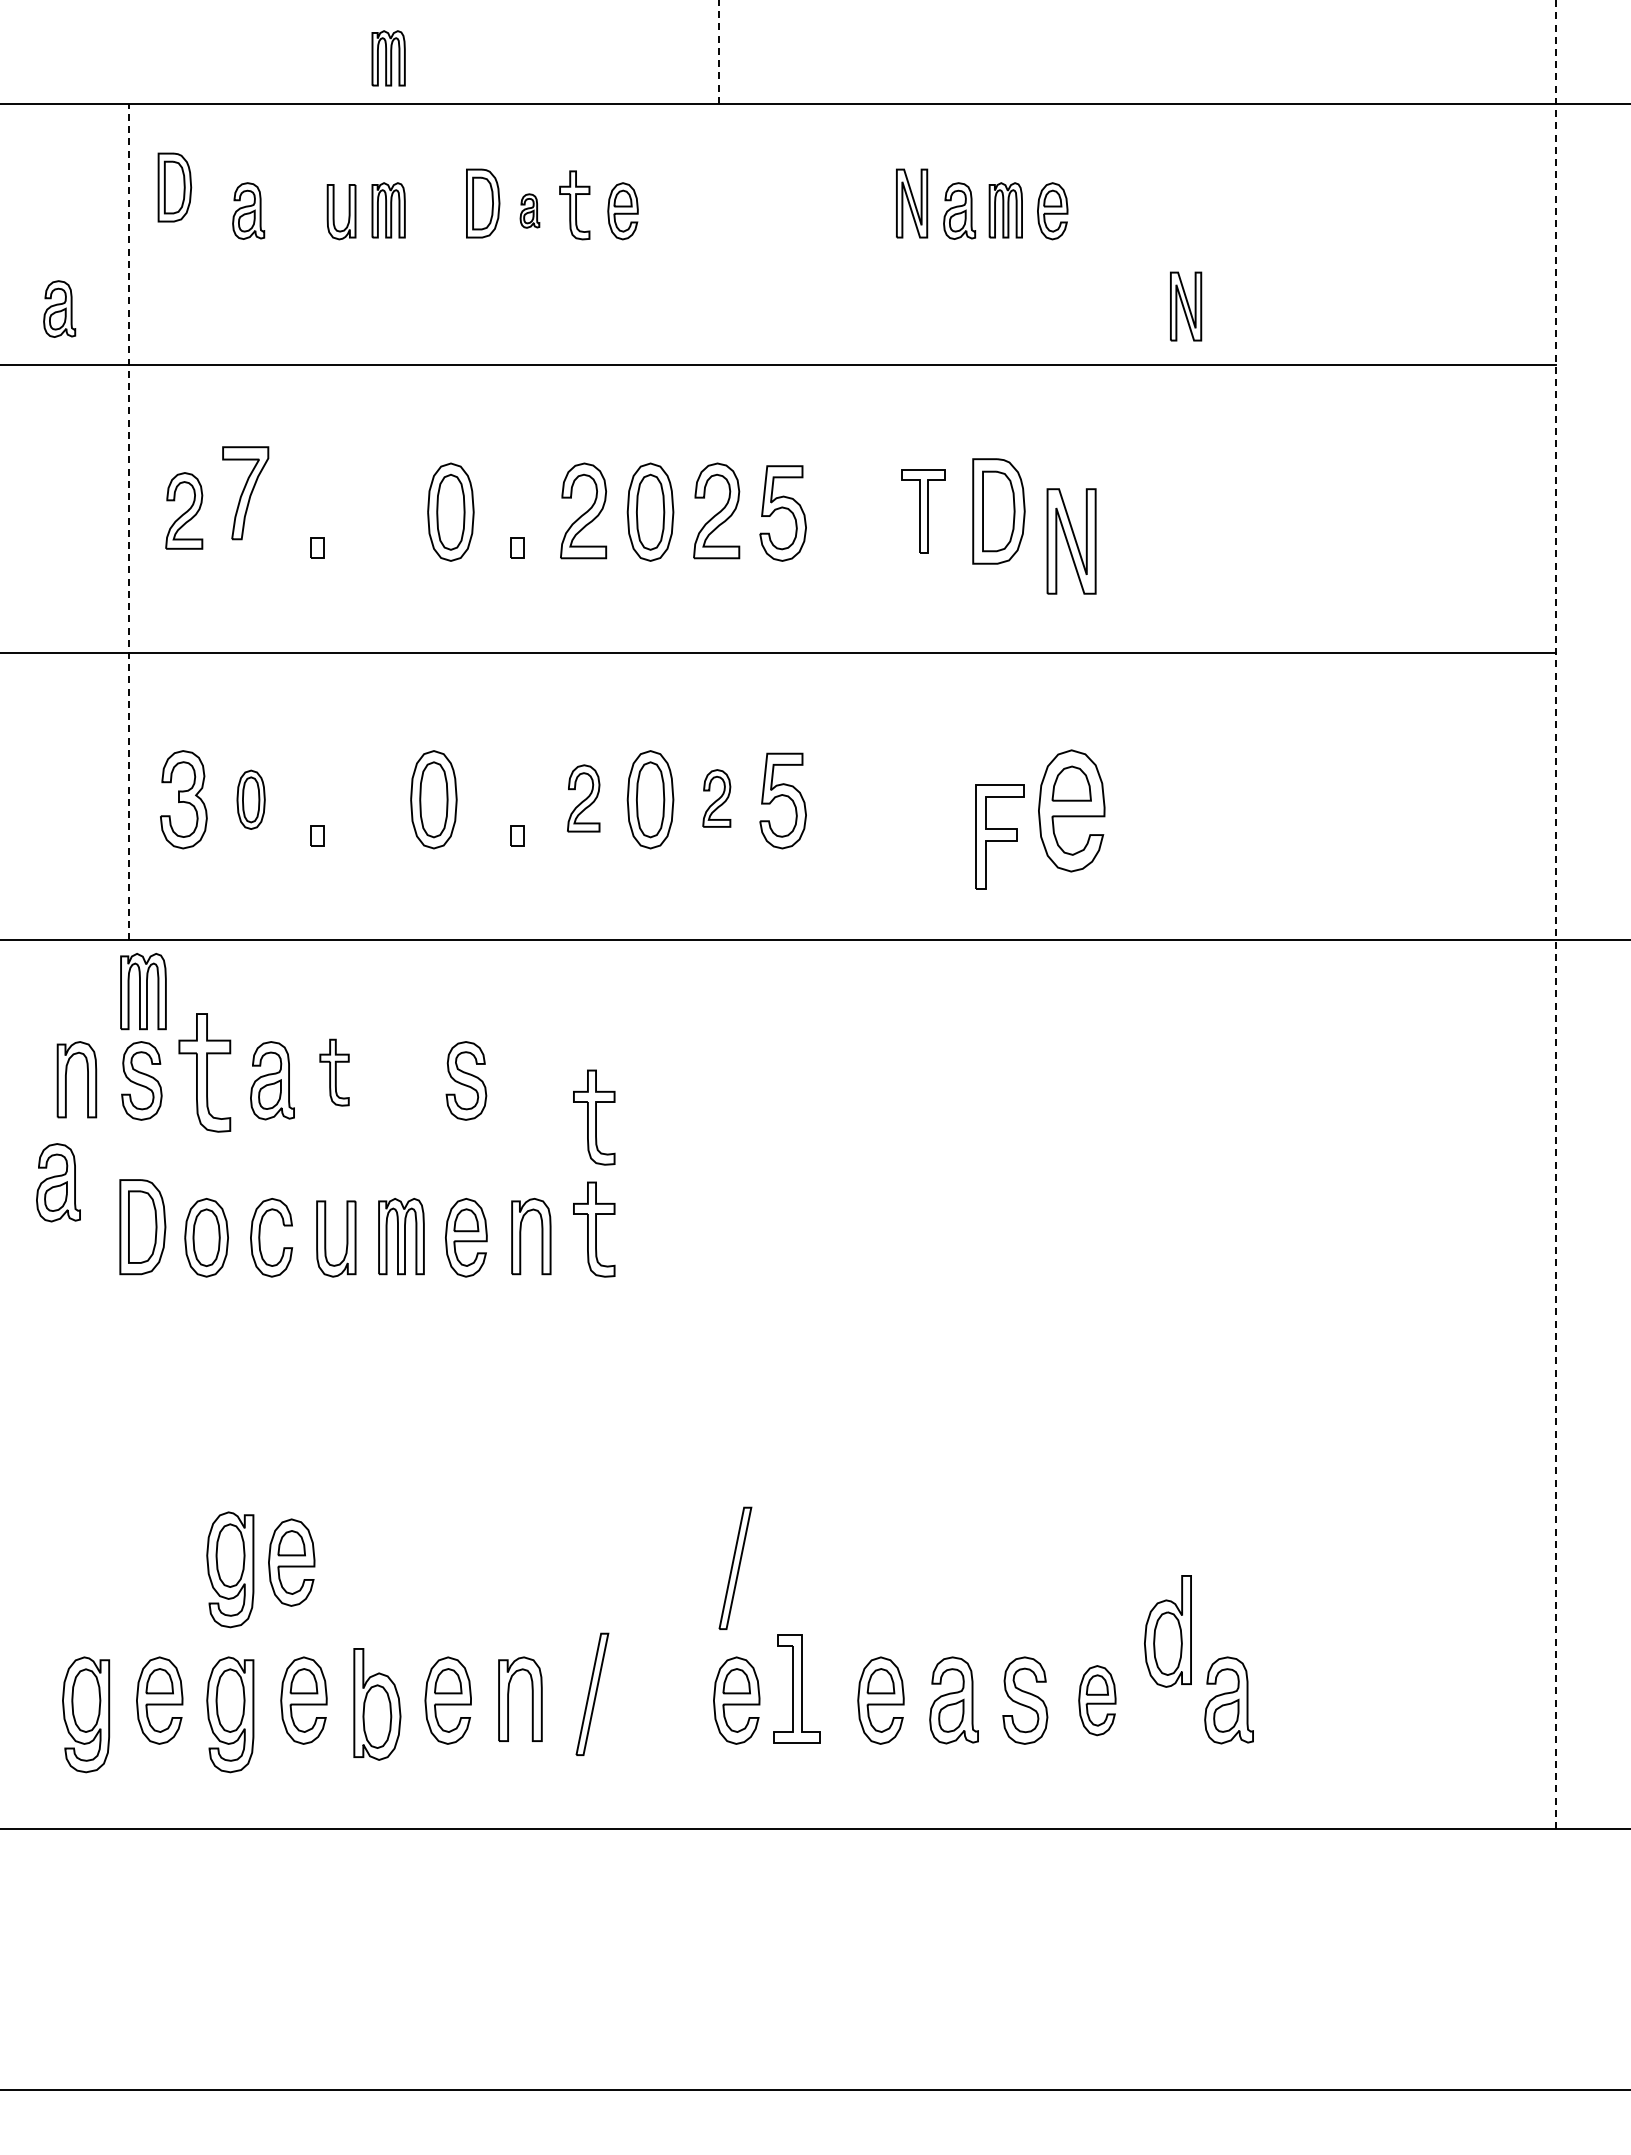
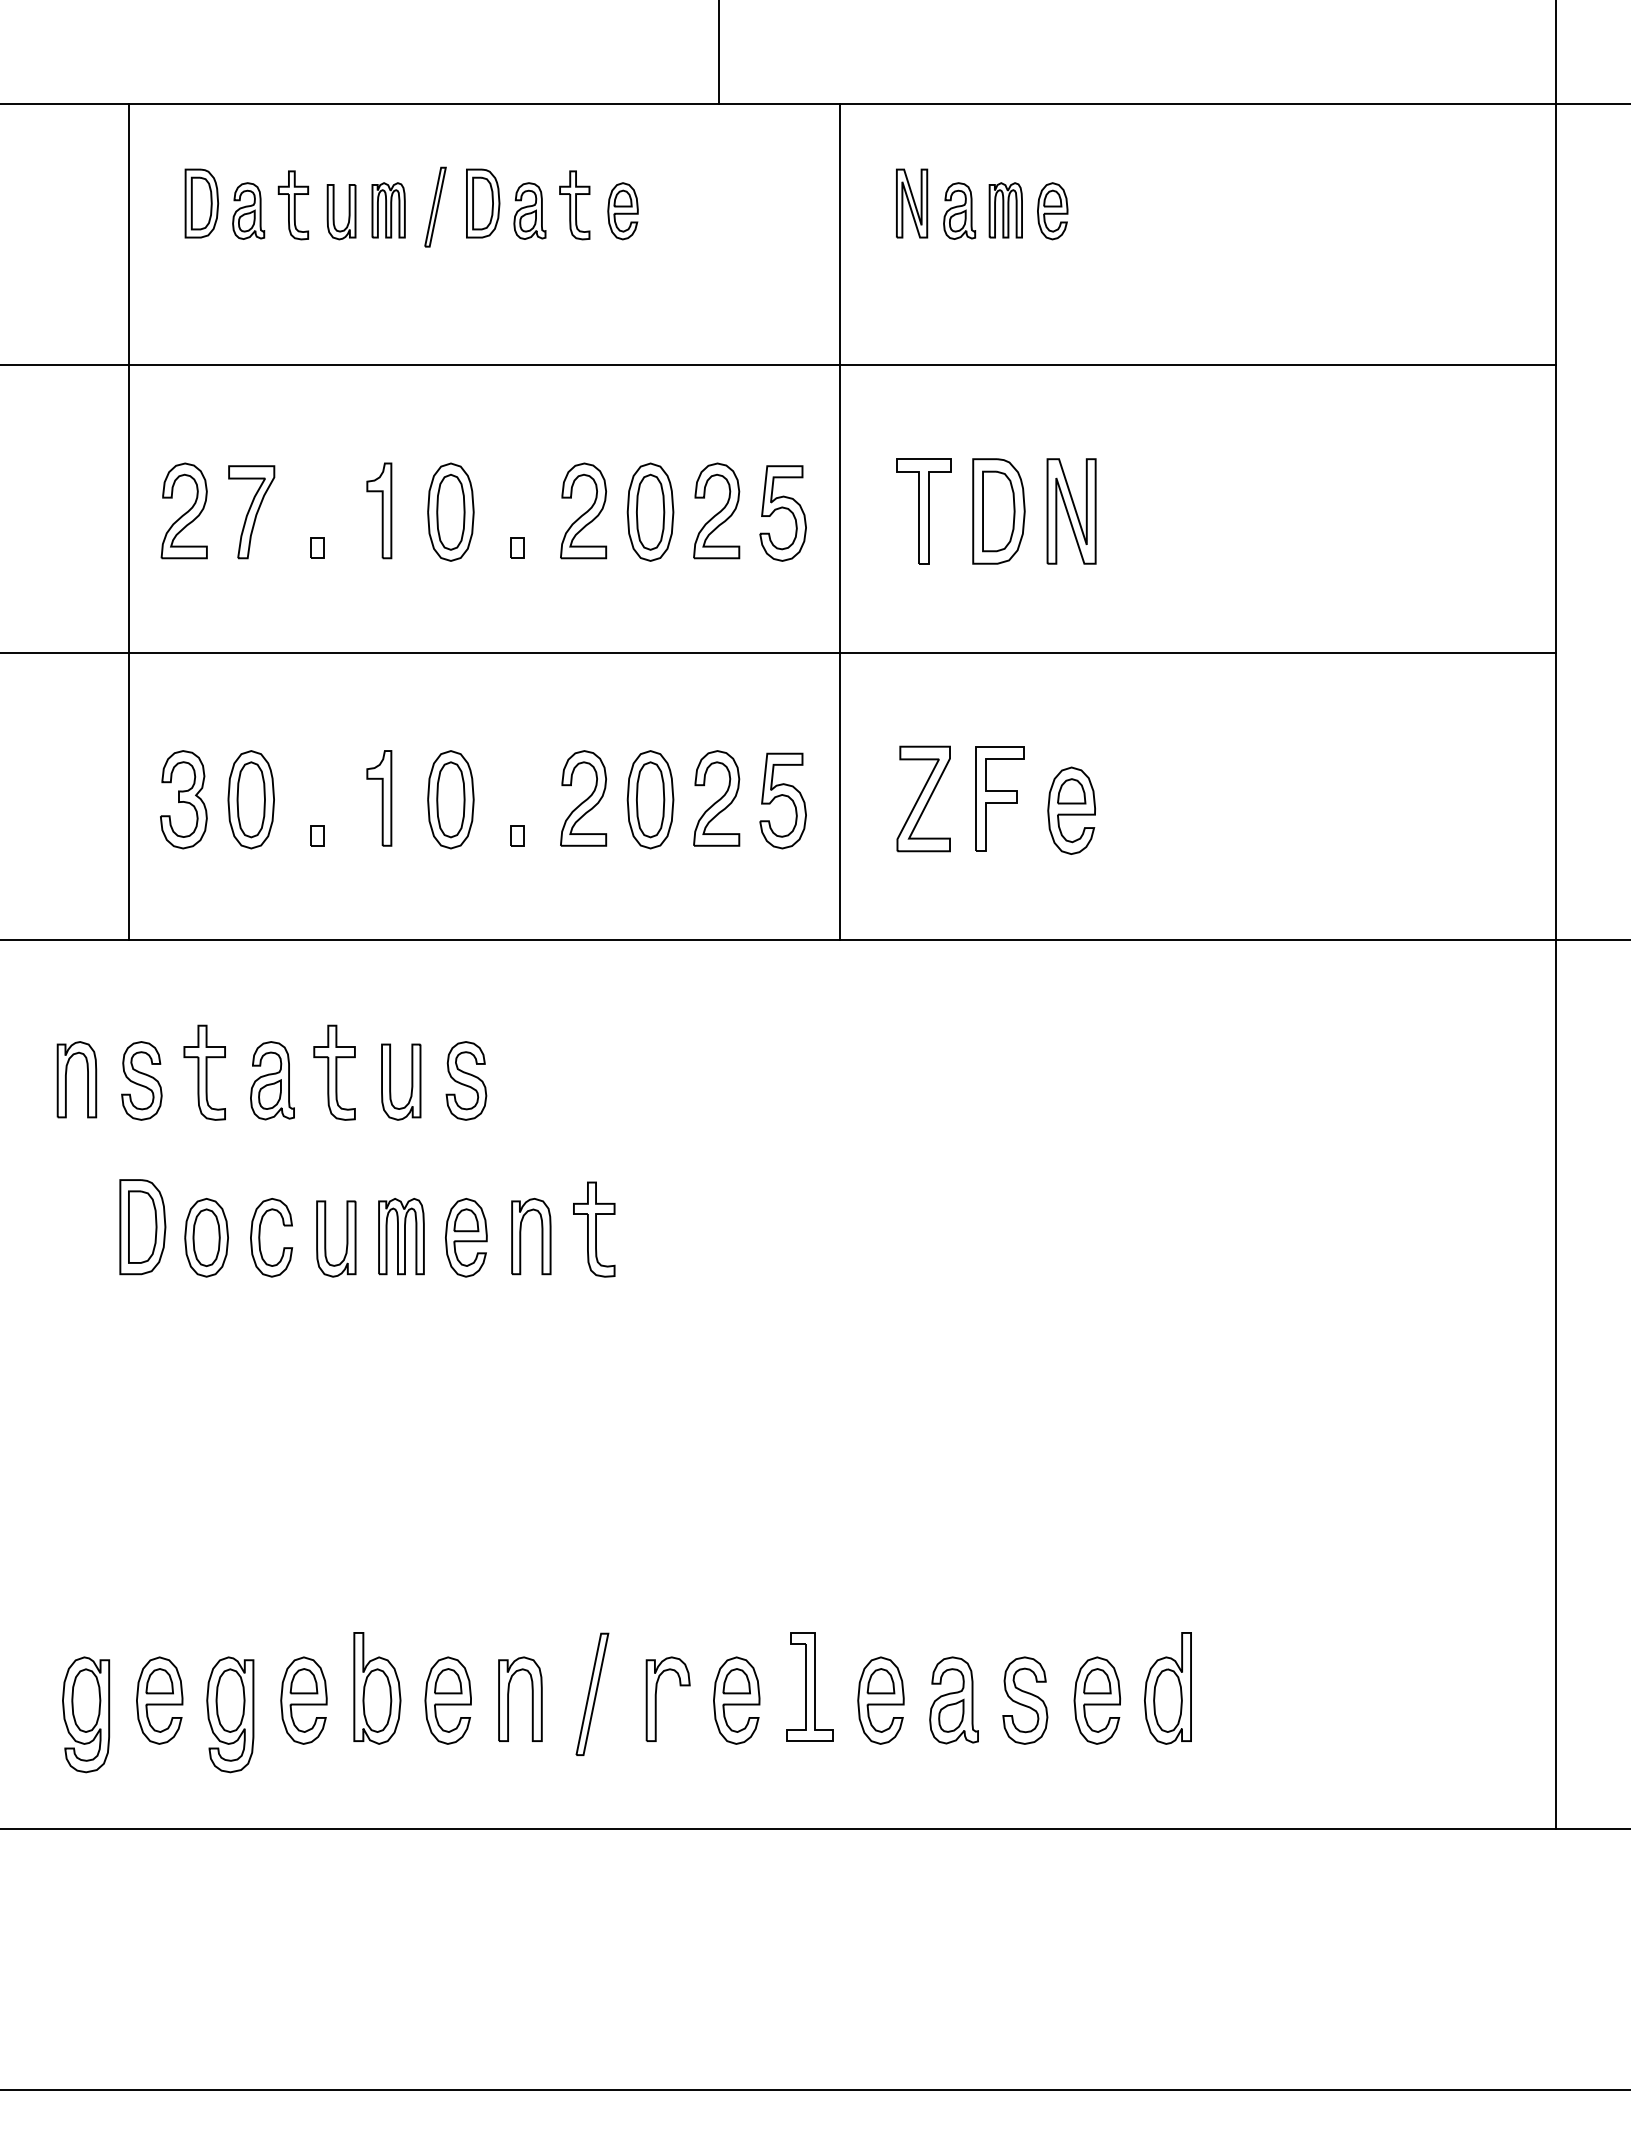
line at (719, 51): dashed -> solid
part at (388, 58): present -> none
part at (174, 187) position: (174, 187) -> (201, 203)
part at (293, 205): none -> present
part at (435, 206): none -> present
part at (529, 210) size: 22x36 px -> 34x58 px
part at (1186, 306): present -> none
part at (59, 308): present -> none
part at (245, 493) position: (245, 493) -> (251, 512)
part at (184, 510) size: 39x78 px -> 48x98 px
part at (379, 510): none -> present
part at (923, 511) size: 45x85 px -> 56x107 px
line at (128, 521): dashed -> solid
line at (839, 521): none -> present
part at (1071, 541) position: (1071, 541) -> (1071, 511)
part at (379, 798): none -> present
part at (583, 798) size: 34x69 px -> 48x97 px
part at (716, 798) size: 30x59 px -> 48x97 px
part at (923, 798): none -> present
part at (250, 799) size: 30x61 px -> 48x100 px
part at (433, 799) position: (433, 799) -> (450, 799)
part at (1071, 810) size: 68x124 px -> 49x89 px
part at (999, 836) position: (999, 836) -> (999, 798)
line at (1555, 914): dashed -> solid
part at (143, 991): present -> none
part at (204, 1072) size: 54x120 px -> 43x97 px
part at (334, 1072) size: 31x69 px -> 43x97 px
part at (411, 1081): none -> present
part at (594, 1117): present -> none
part at (58, 1182): present -> none
part at (291, 1562): present -> none
part at (735, 1567): present -> none
part at (230, 1569): present -> none
part at (1167, 1631) position: (1167, 1631) -> (1167, 1688)
part at (796, 1688) position: (796, 1688) -> (809, 1686)
part at (656, 1698): none -> present
part at (1097, 1700) size: 39x72 px -> 49x89 px
part at (1228, 1700): present -> none
part at (377, 1704) position: (377, 1704) -> (377, 1688)
